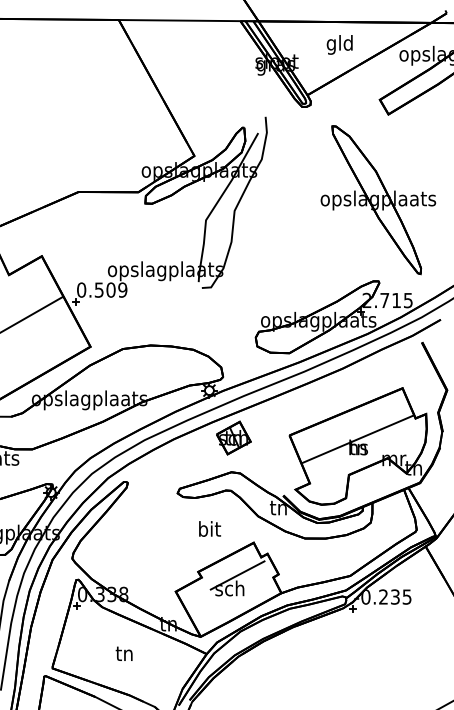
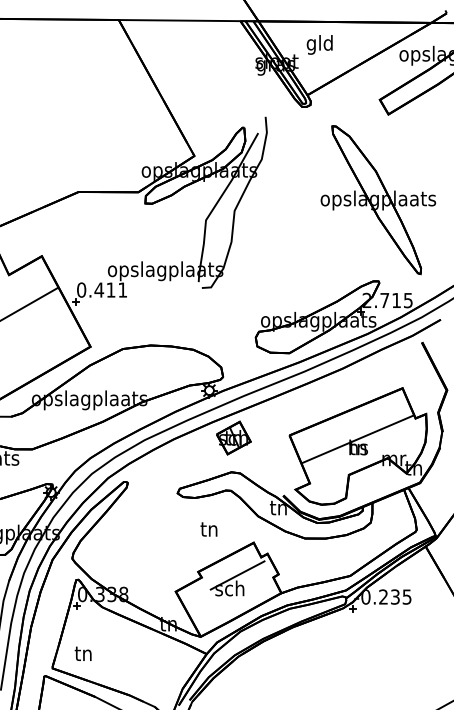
text at (339, 44) position: (339, 44) -> (319, 44)
text at (110, 289): 0.509 -> 0.411
line at (32, 314) position: (32, 314) -> (29, 303)
text at (210, 528): bit -> tn
text at (123, 653) position: (123, 653) -> (82, 653)
